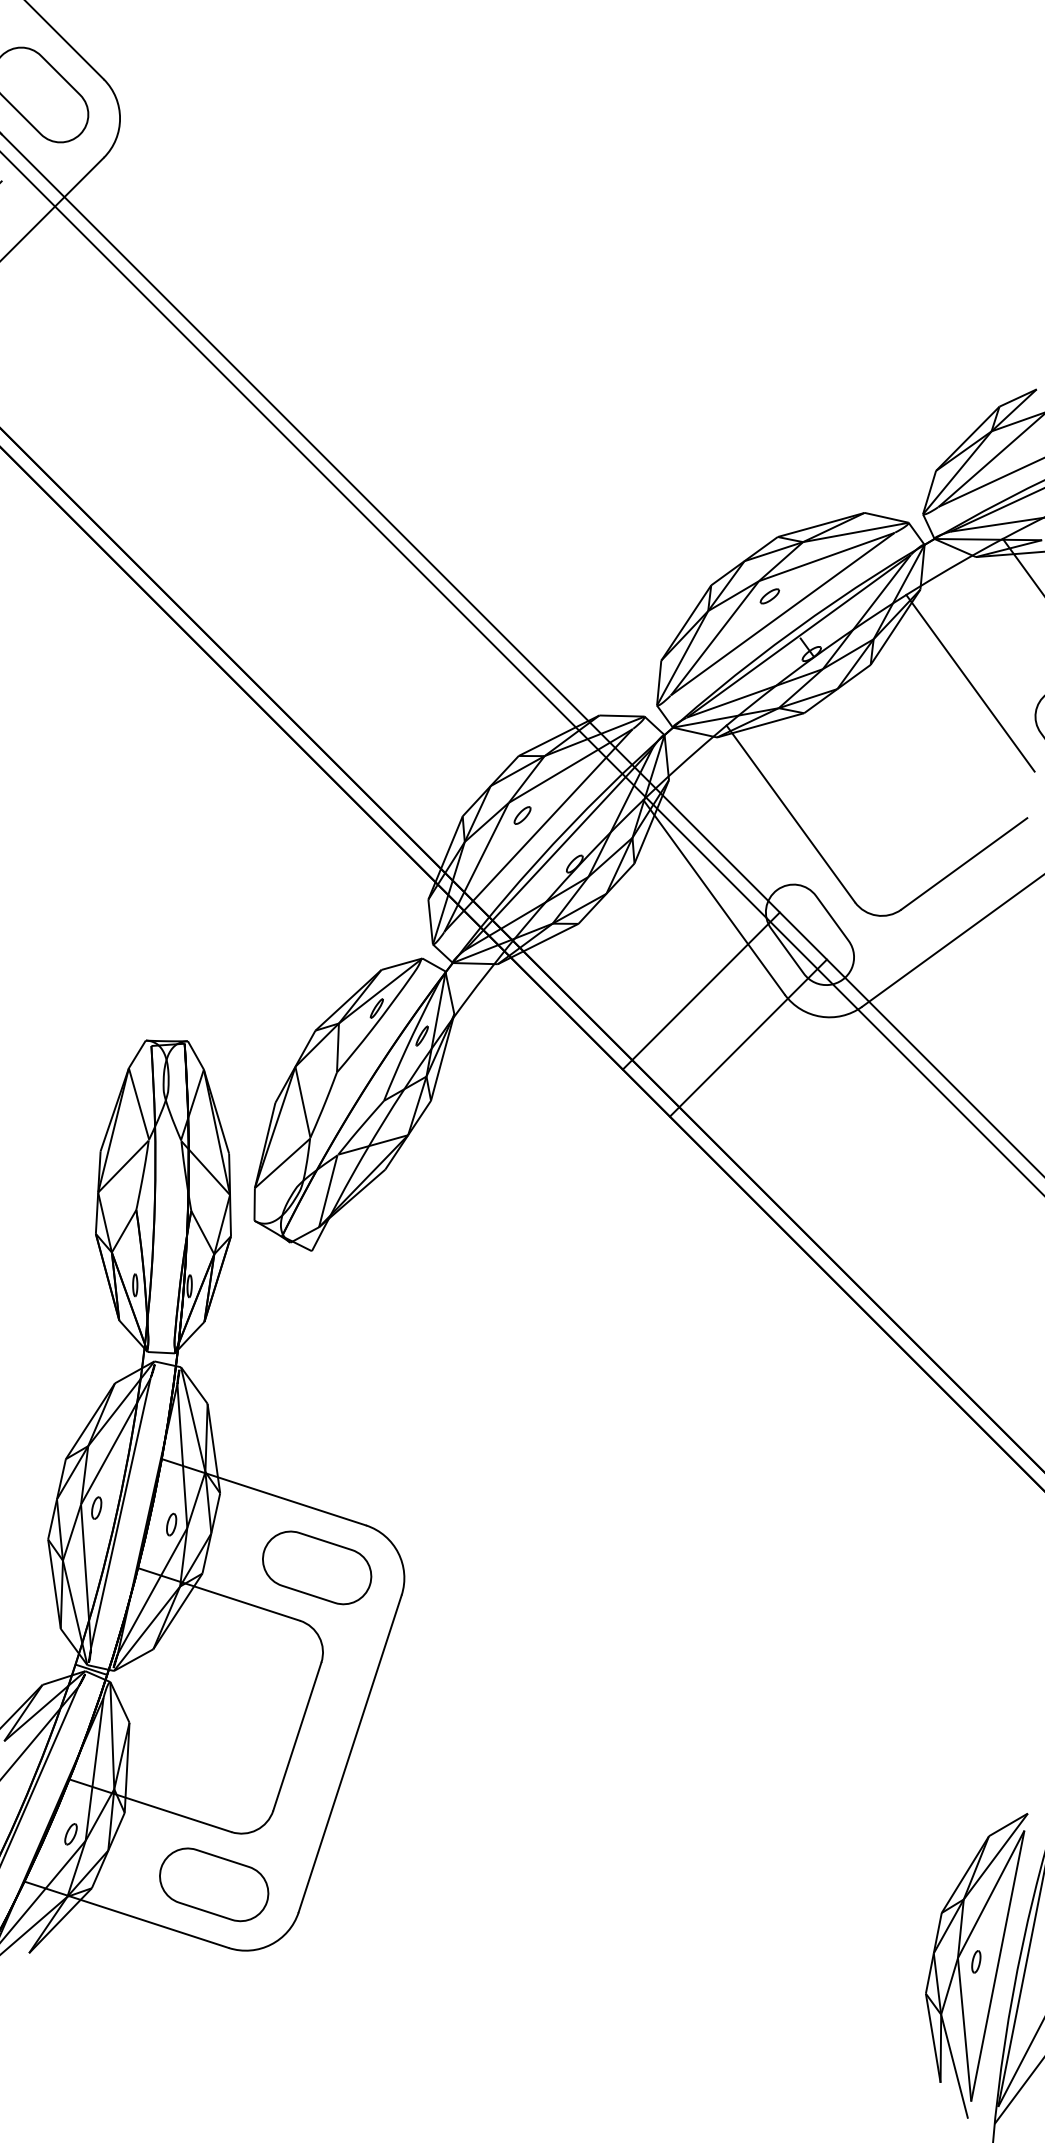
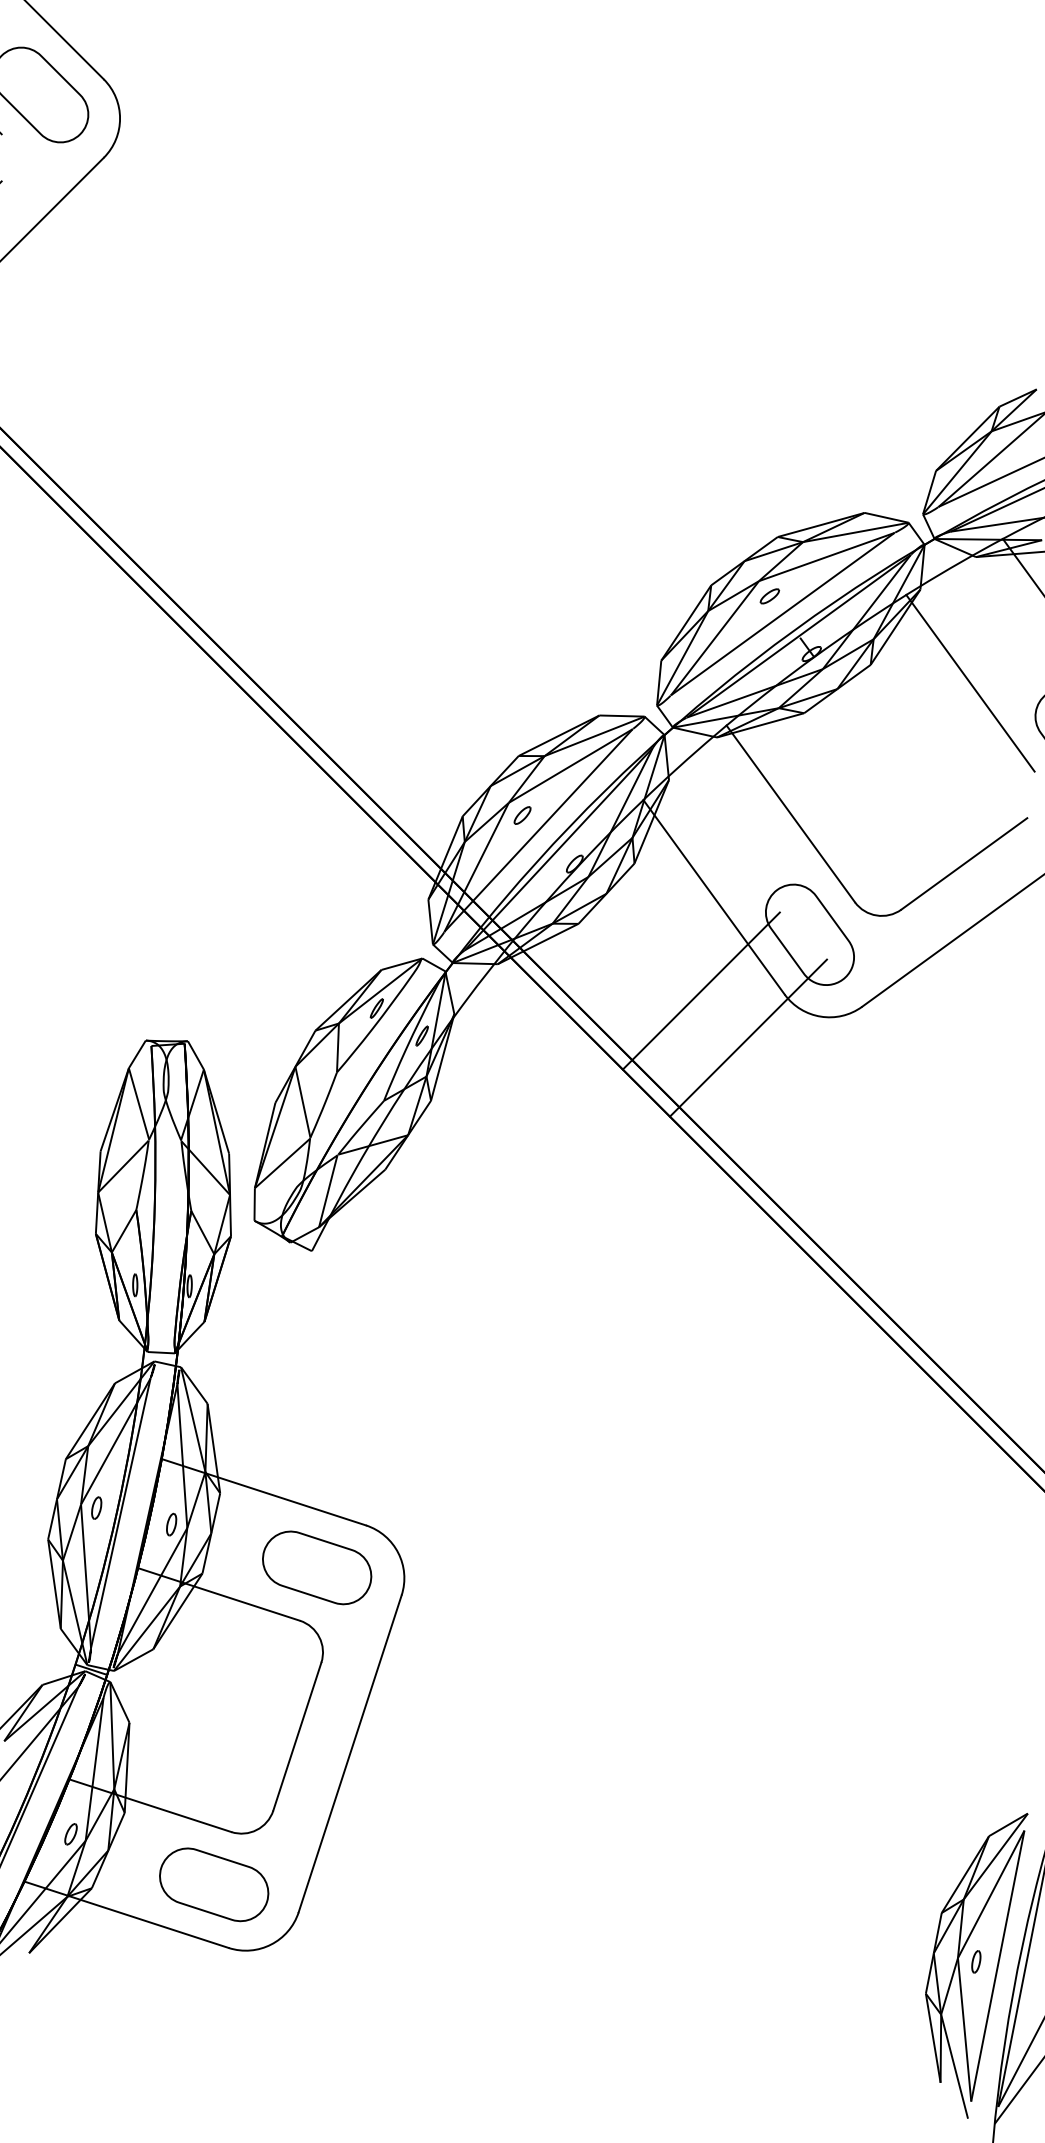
line at (521, 654): present -> none
line at (521, 673): present -> none
